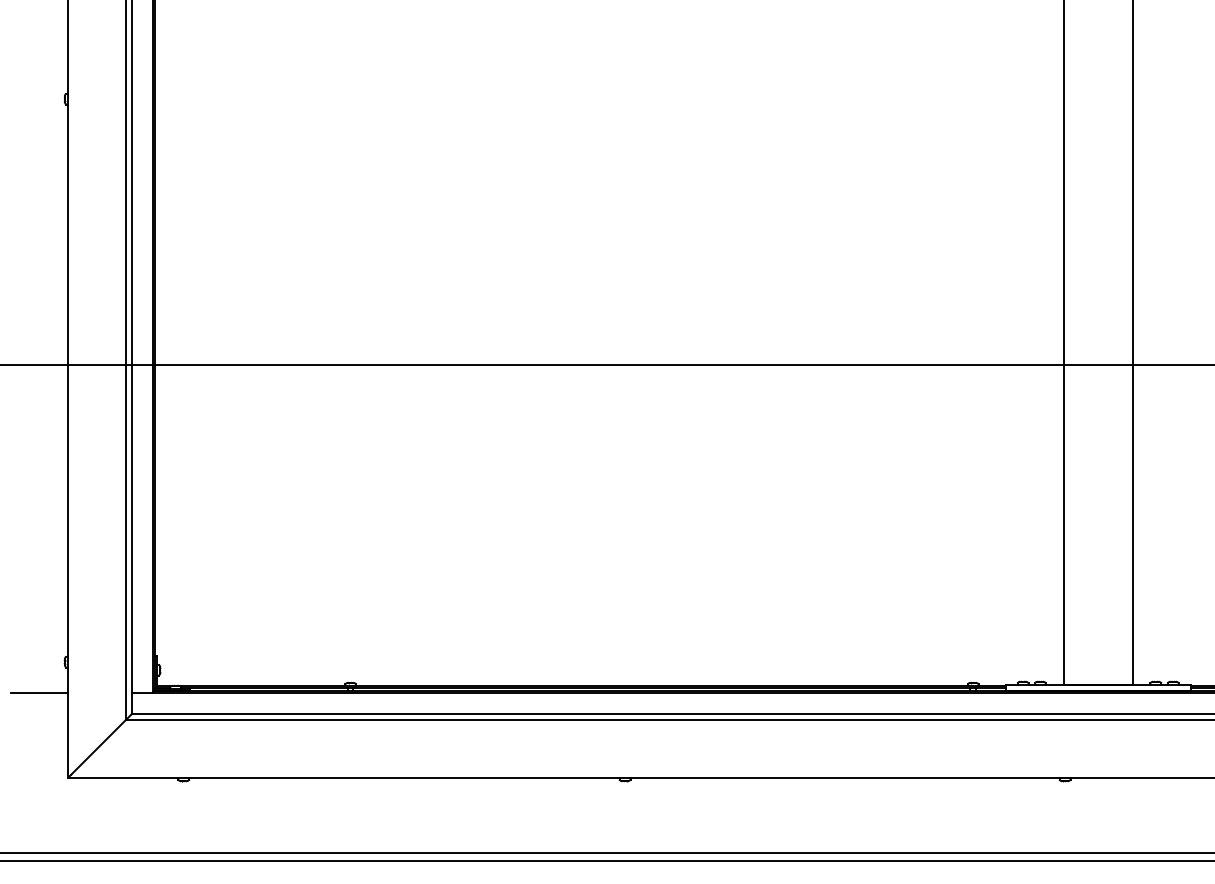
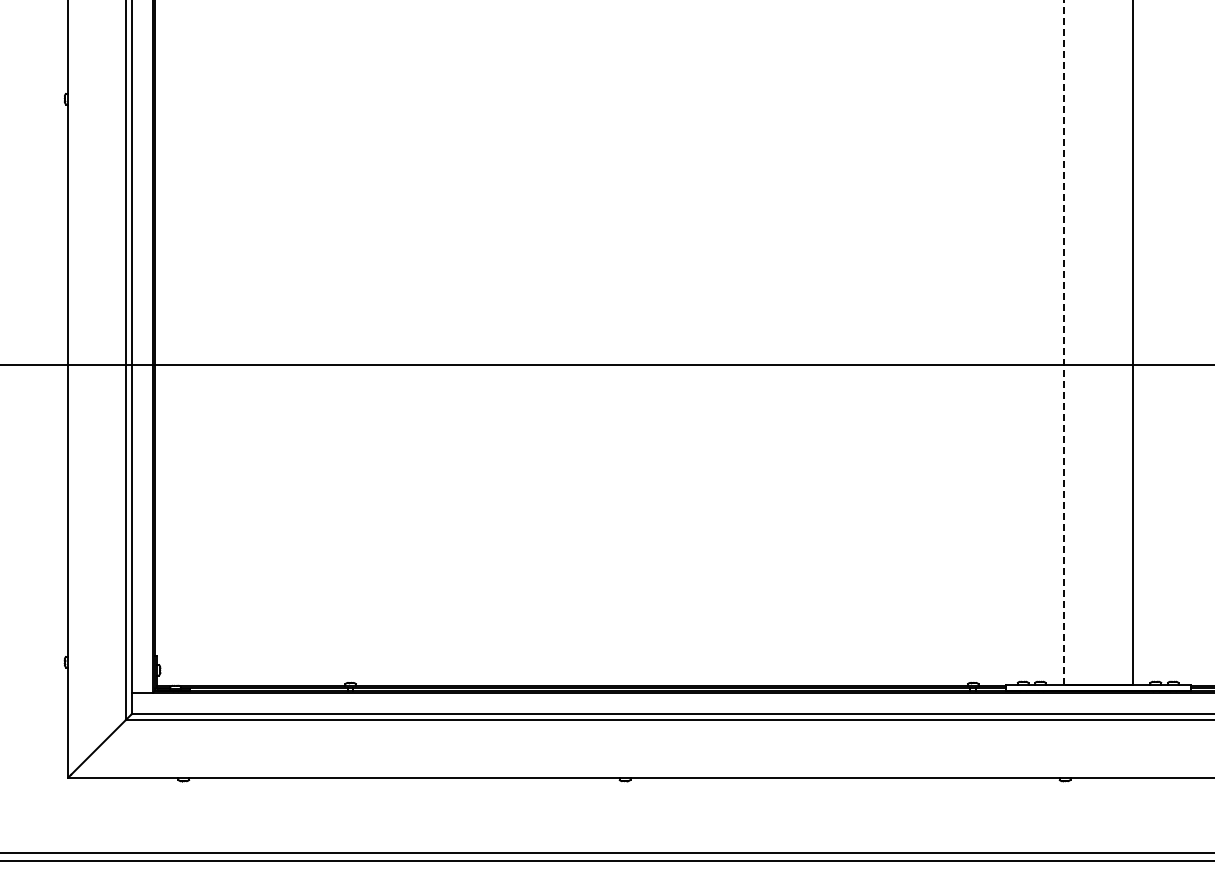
line at (1063, 342): solid -> dashed
line at (39, 692): present -> none
